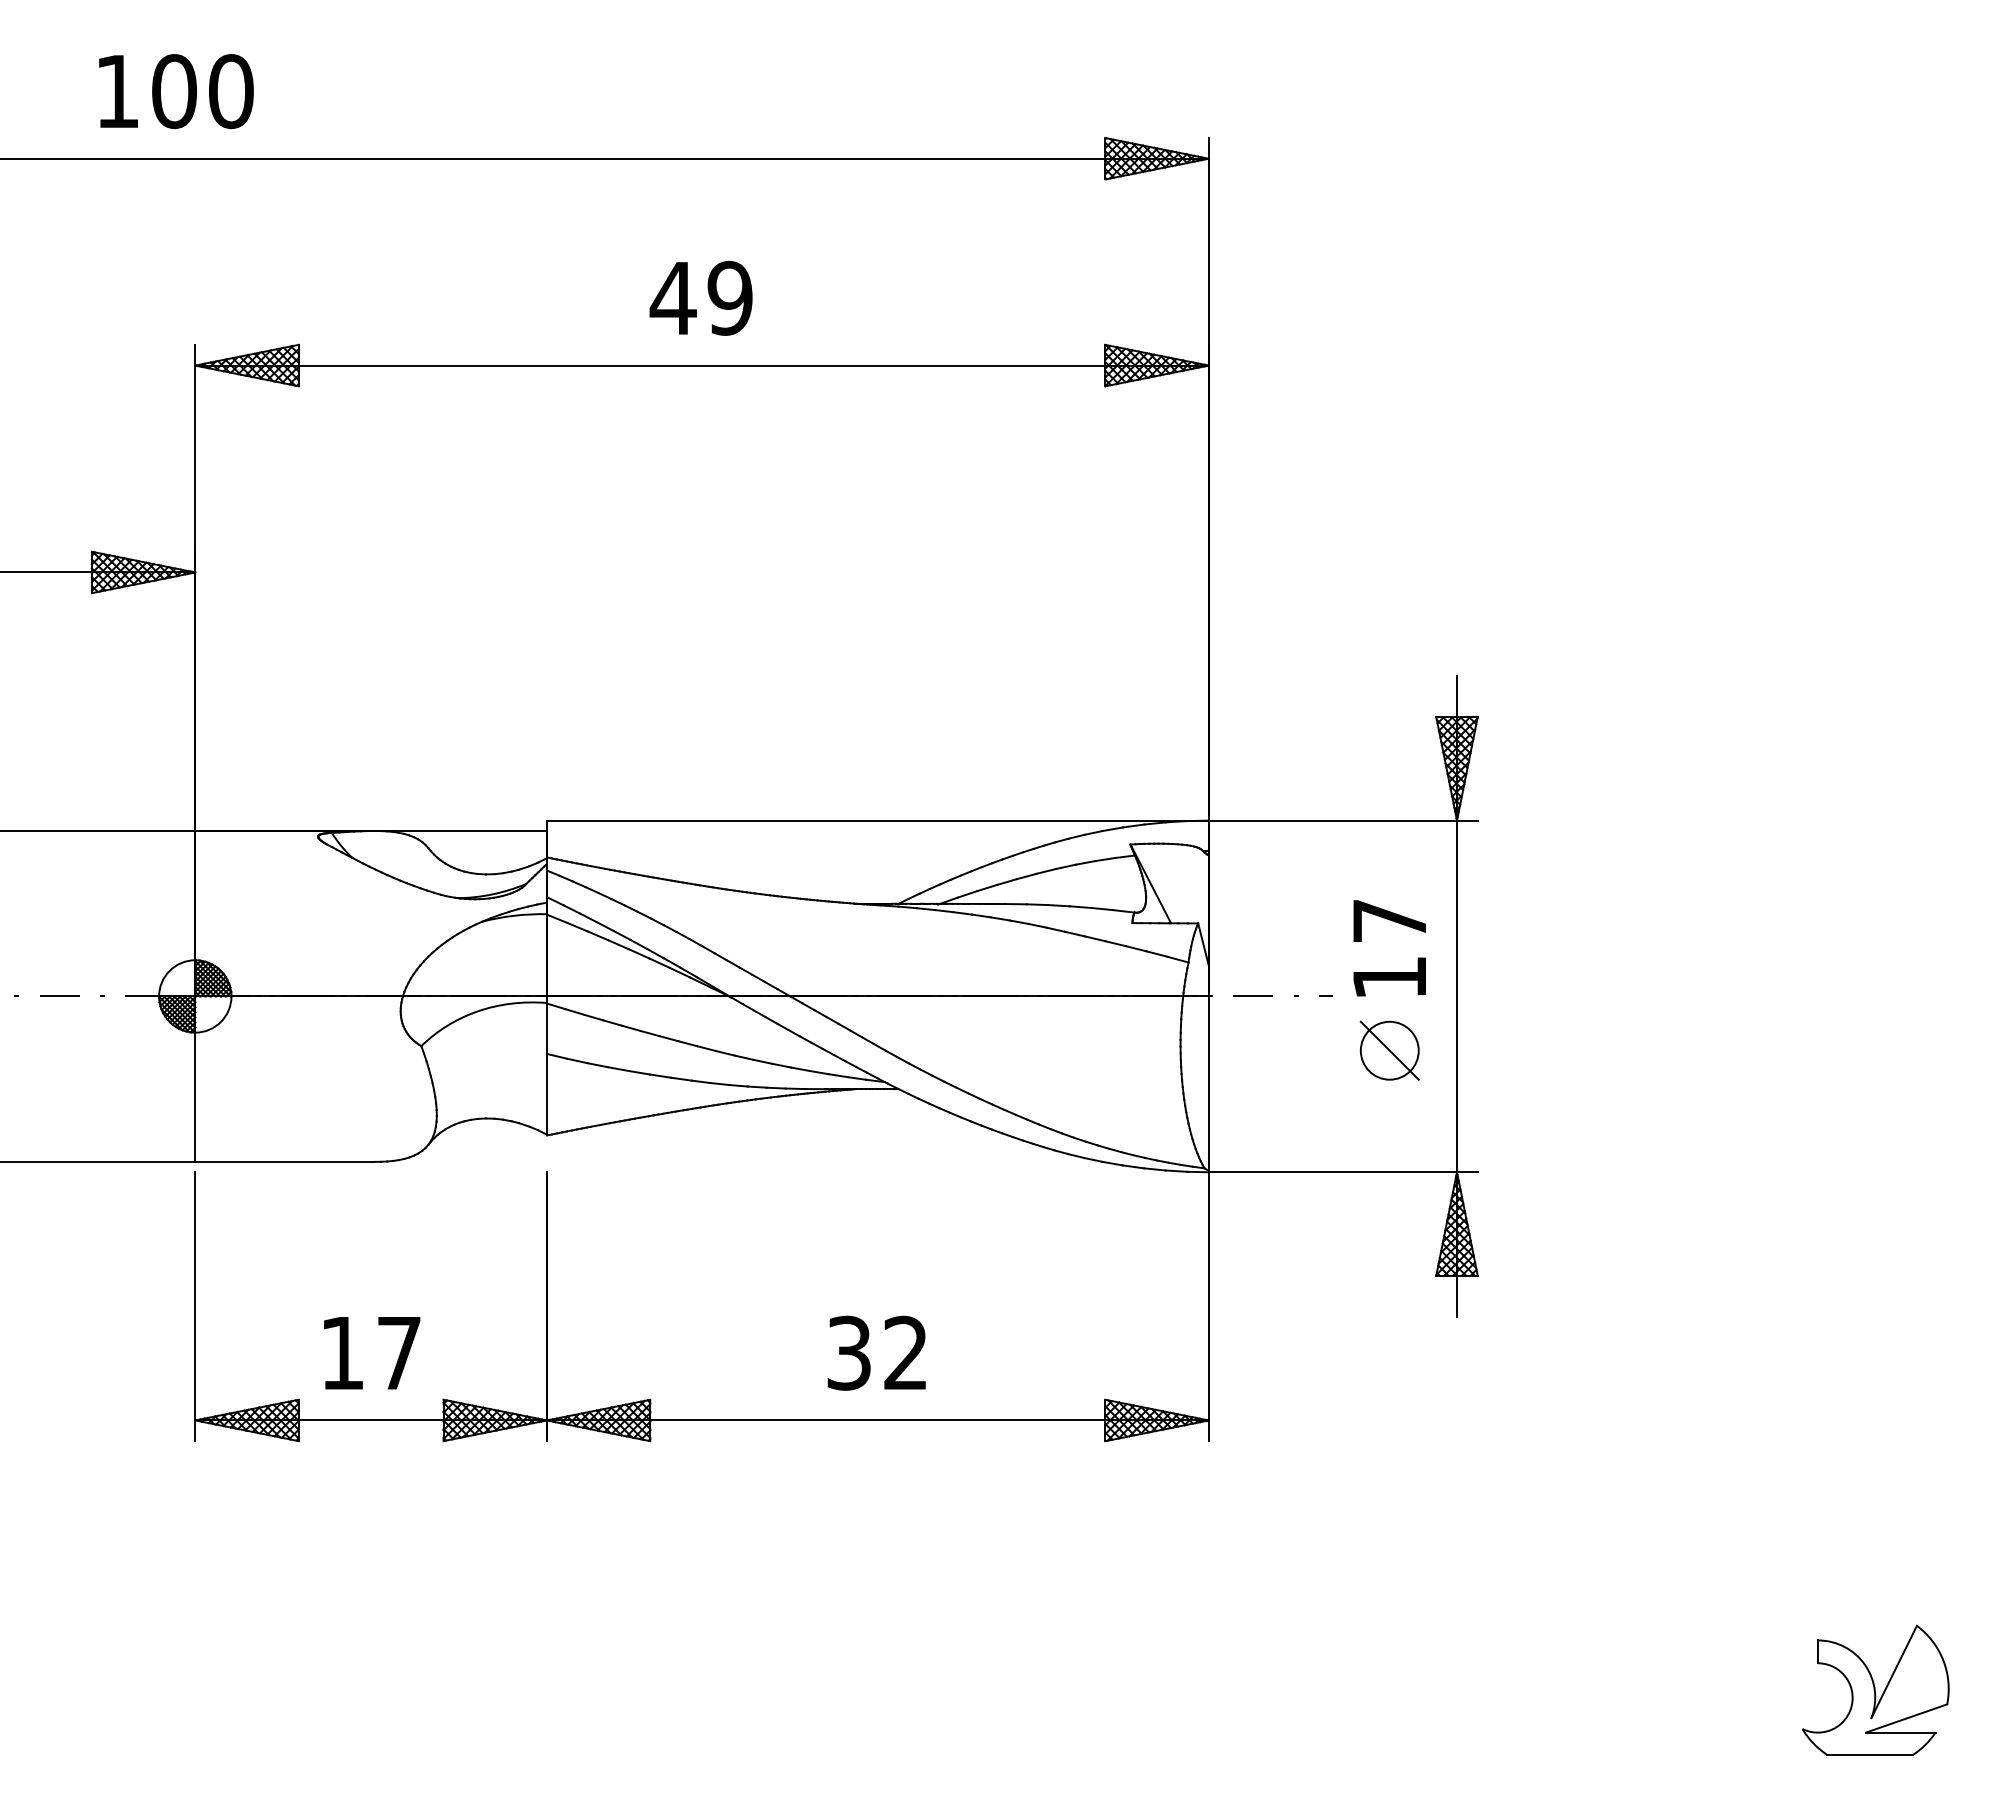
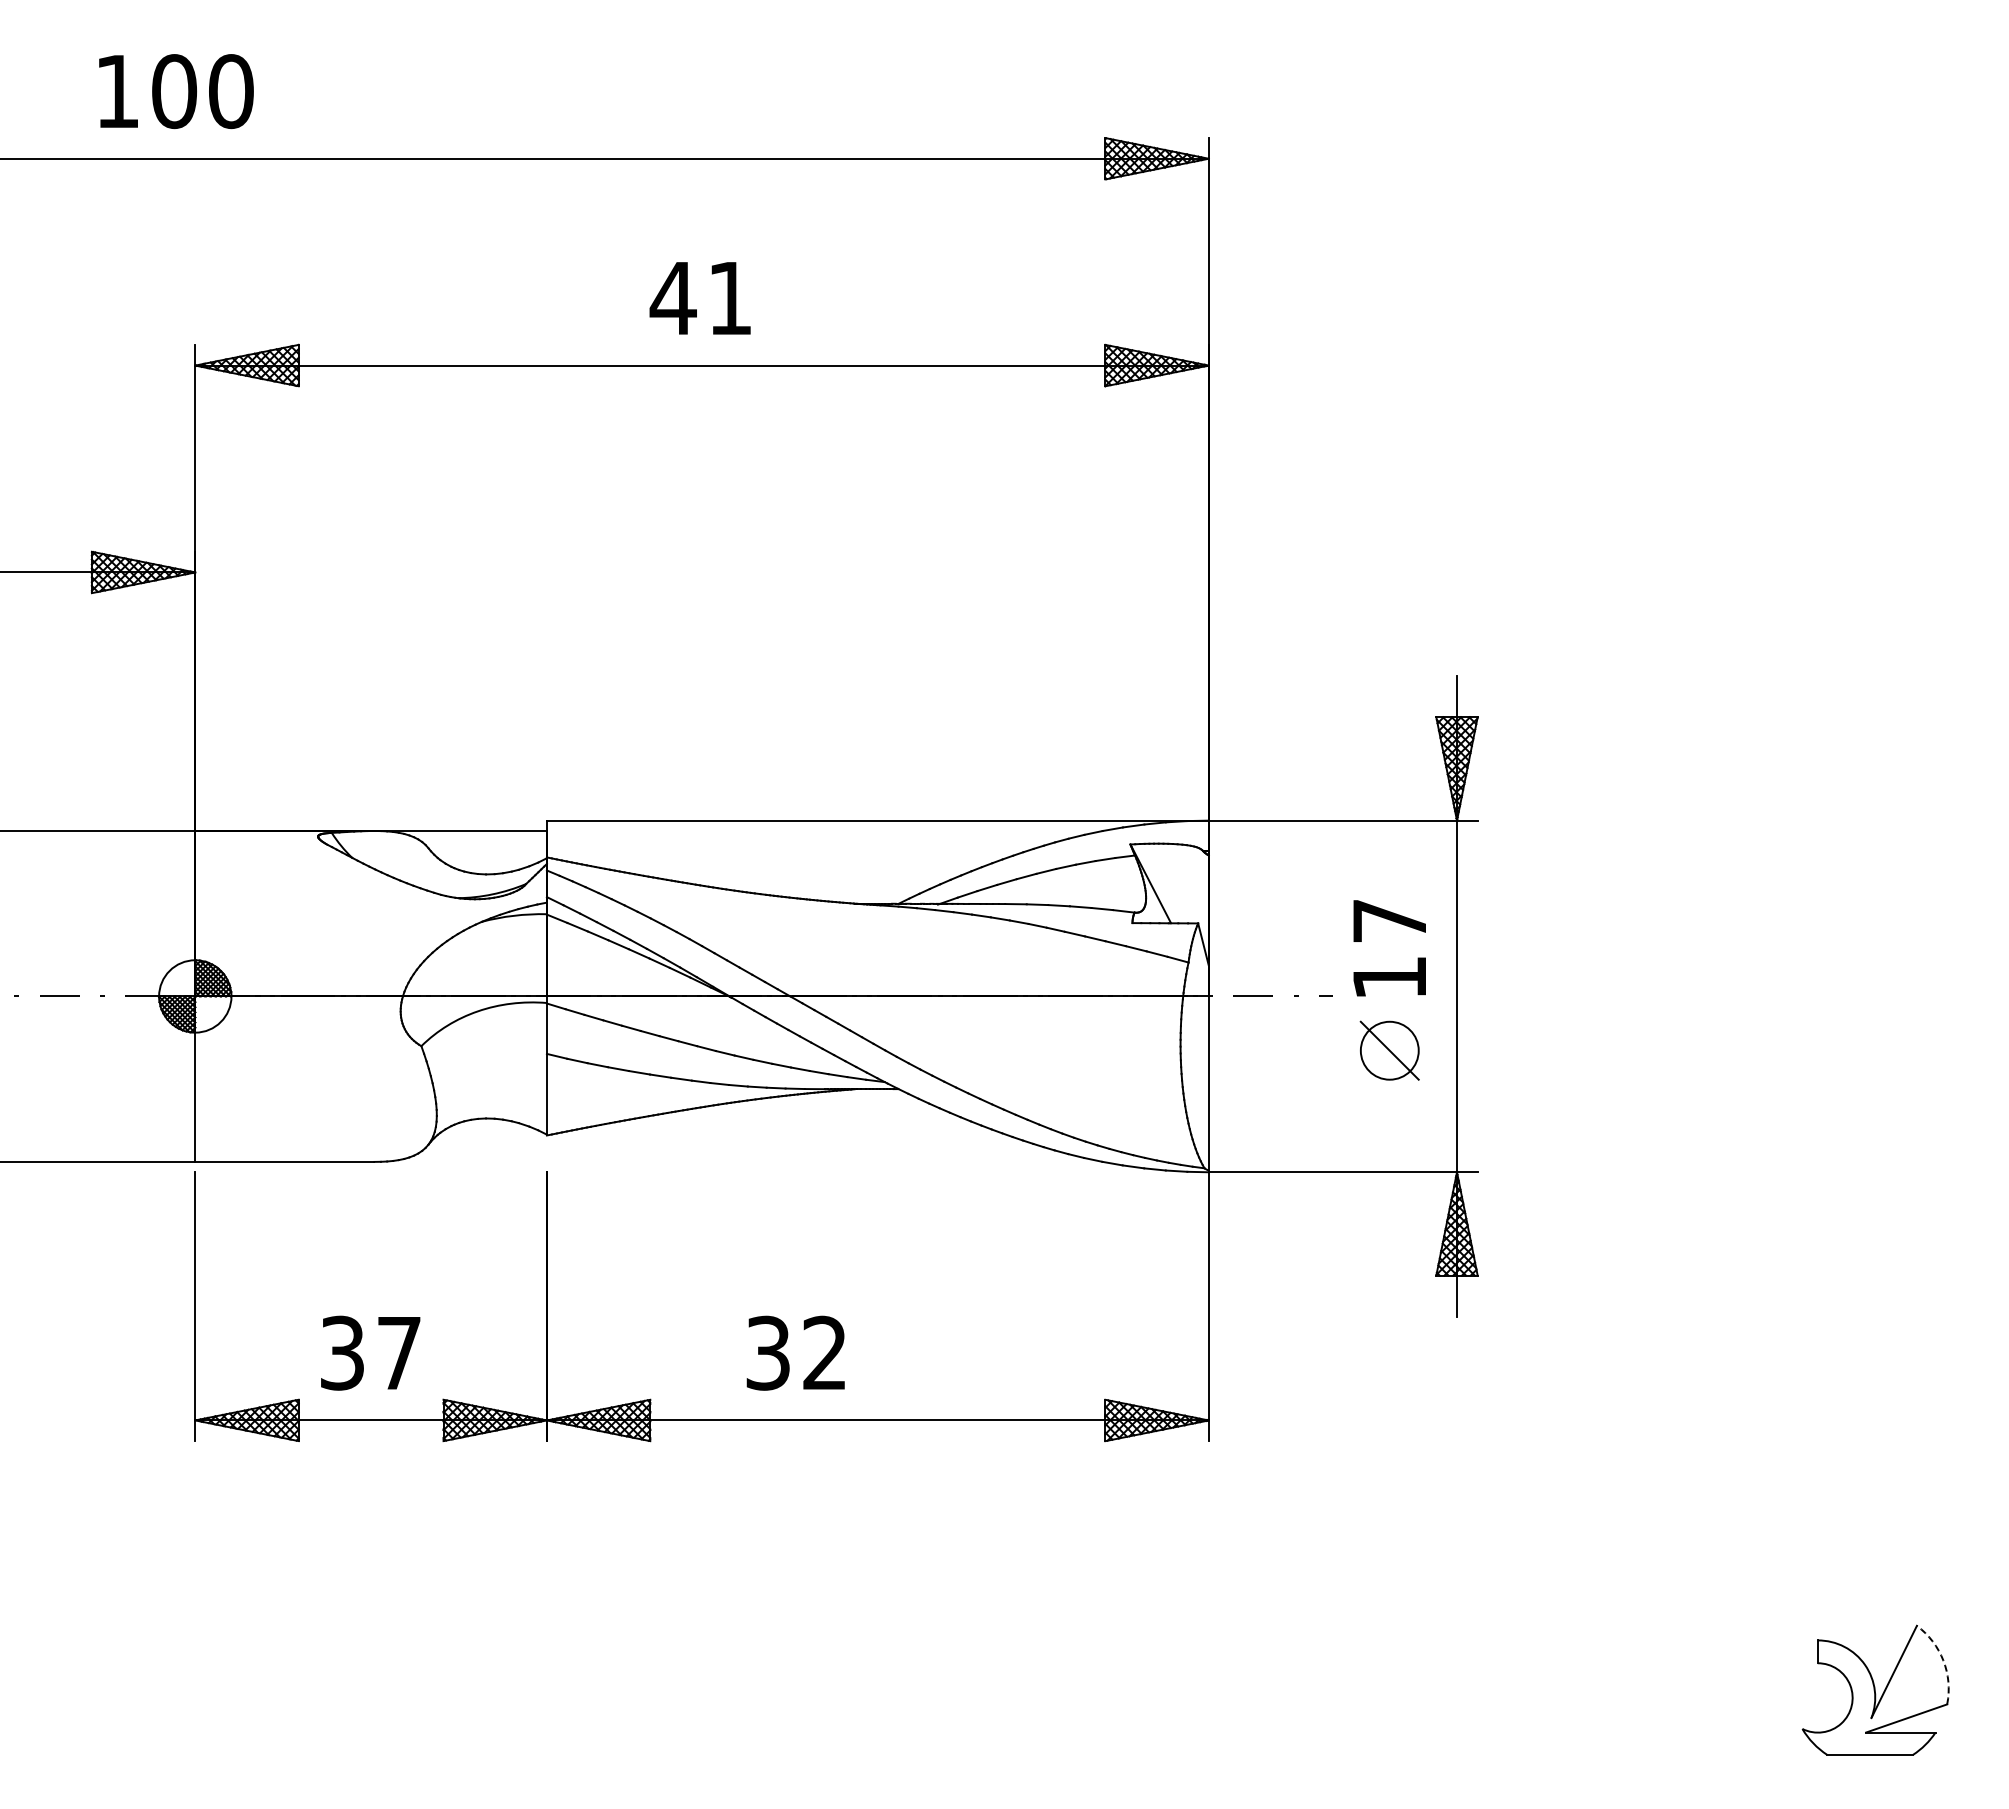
text at (729, 297): 49 -> 41
text at (342, 1352): 17 -> 37
text at (876, 1352) position: (876, 1352) -> (795, 1352)
arc at (1943, 1660): solid -> dashed
